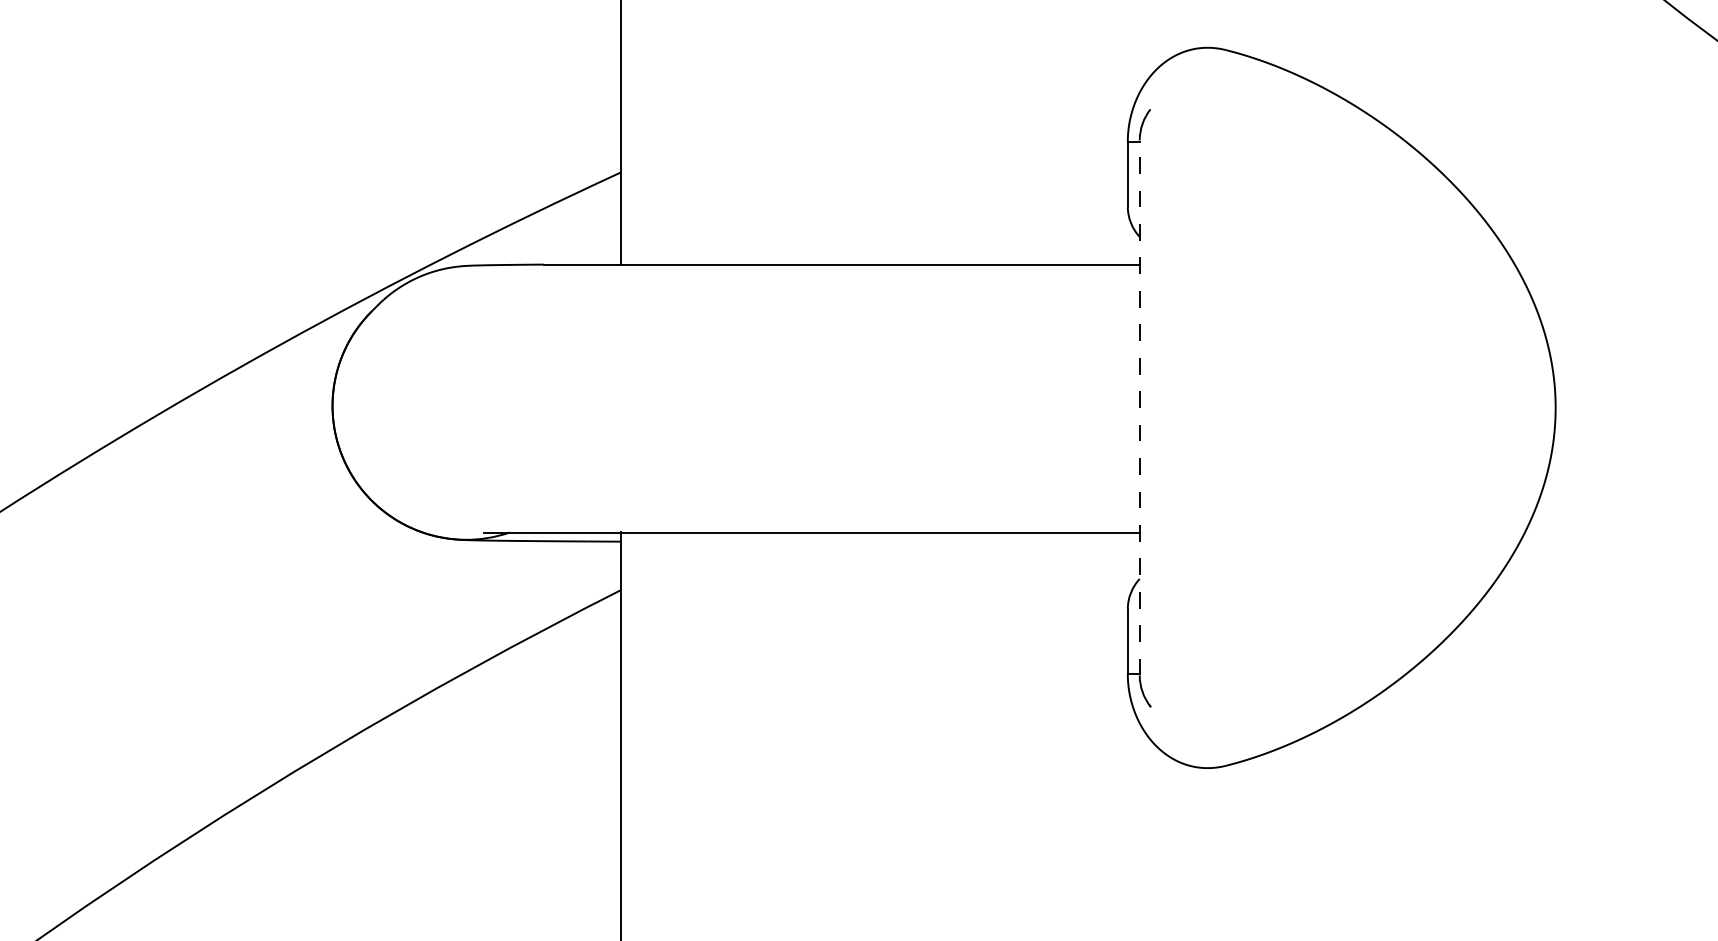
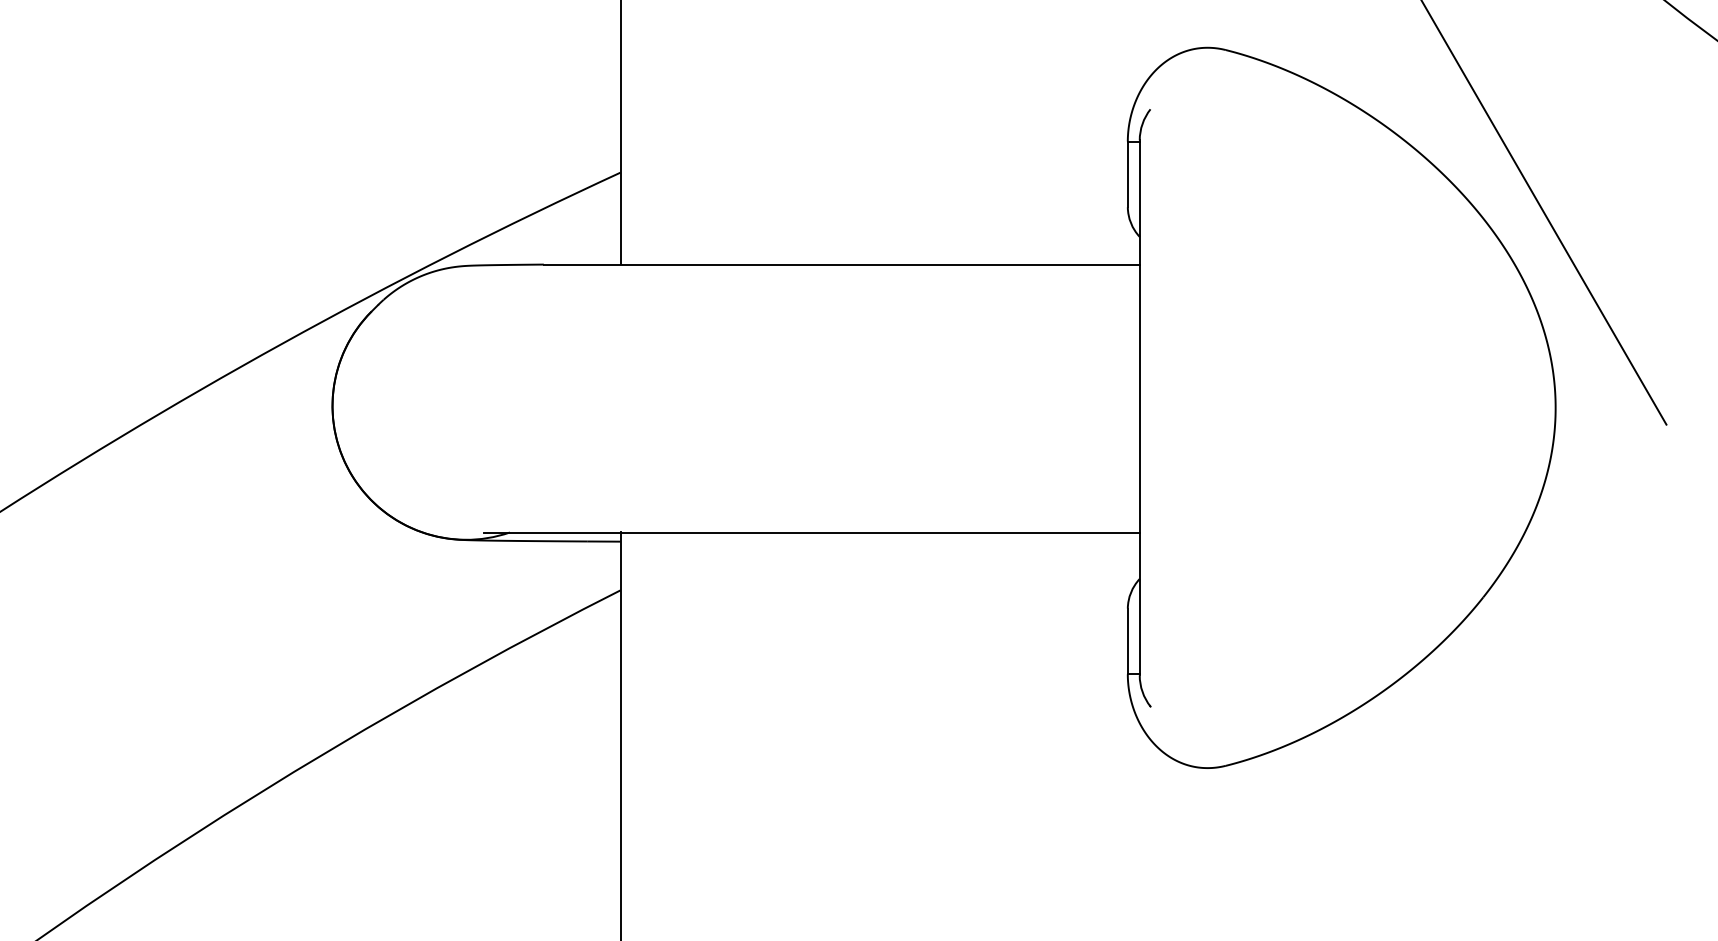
line at (1544, 213): none -> present
line at (1139, 407): dashed -> solid
